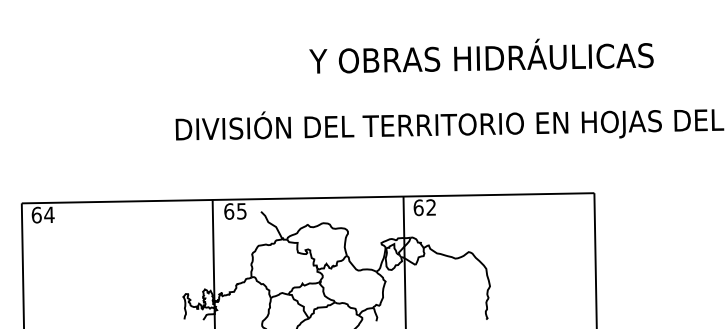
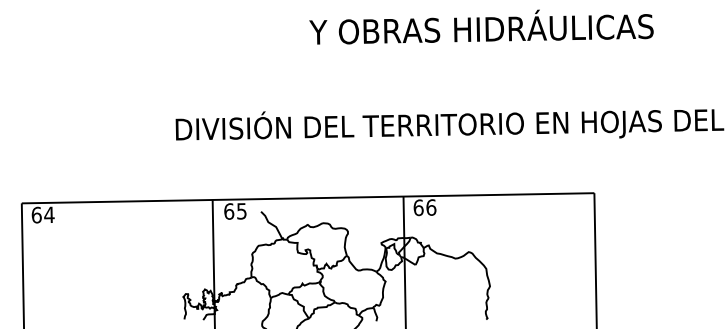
text at (481, 55) position: (481, 55) -> (481, 26)
text at (431, 207): 62 -> 66
